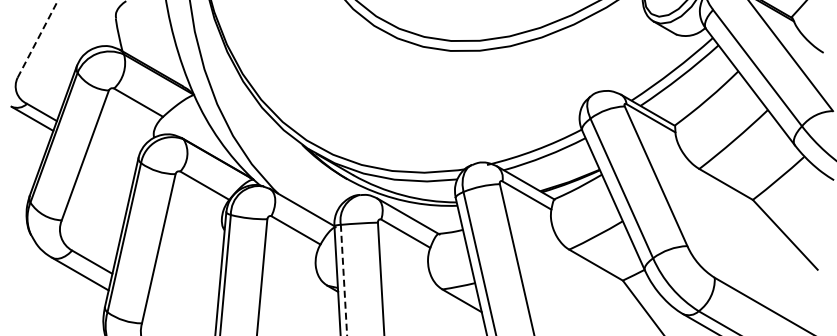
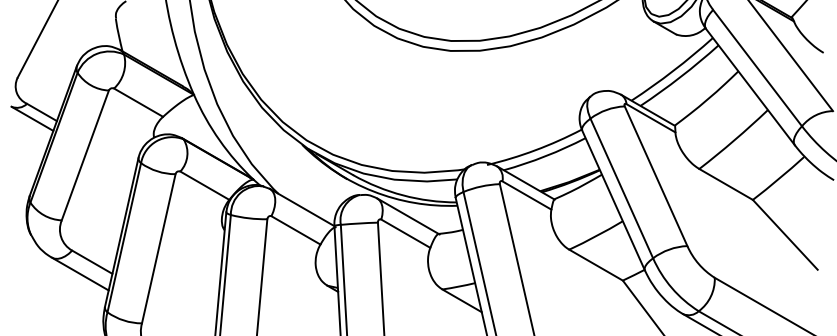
line at (37, 39): dashed -> solid
line at (344, 280): dashed -> solid
